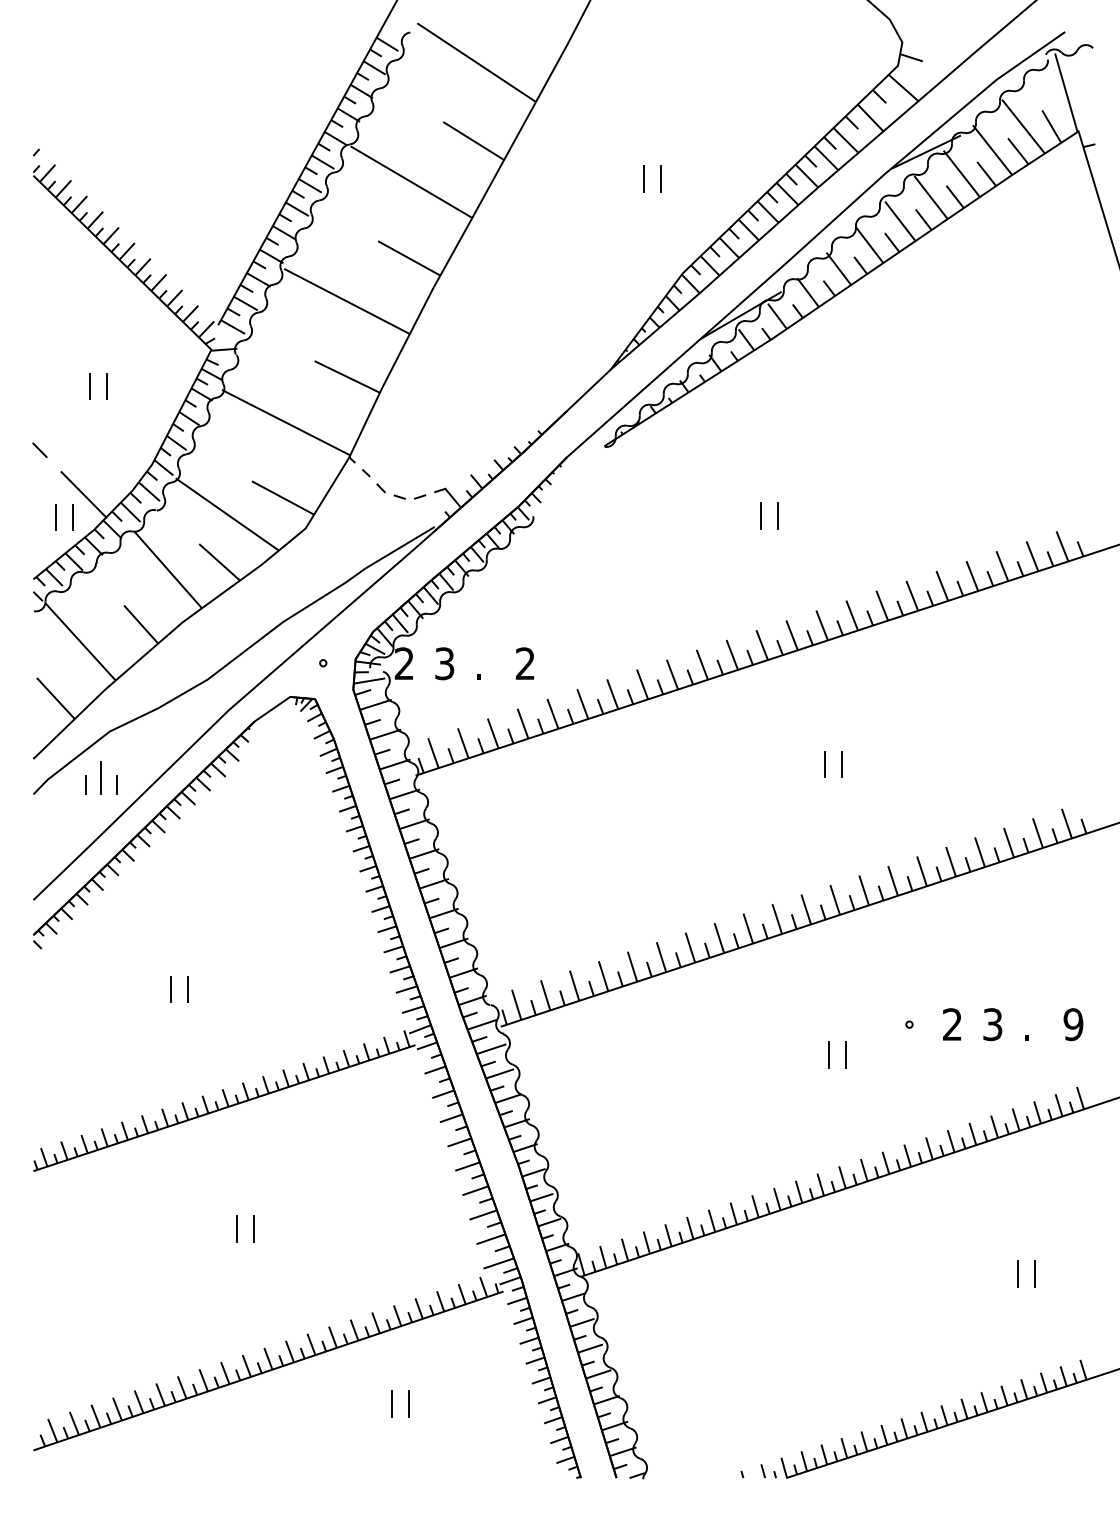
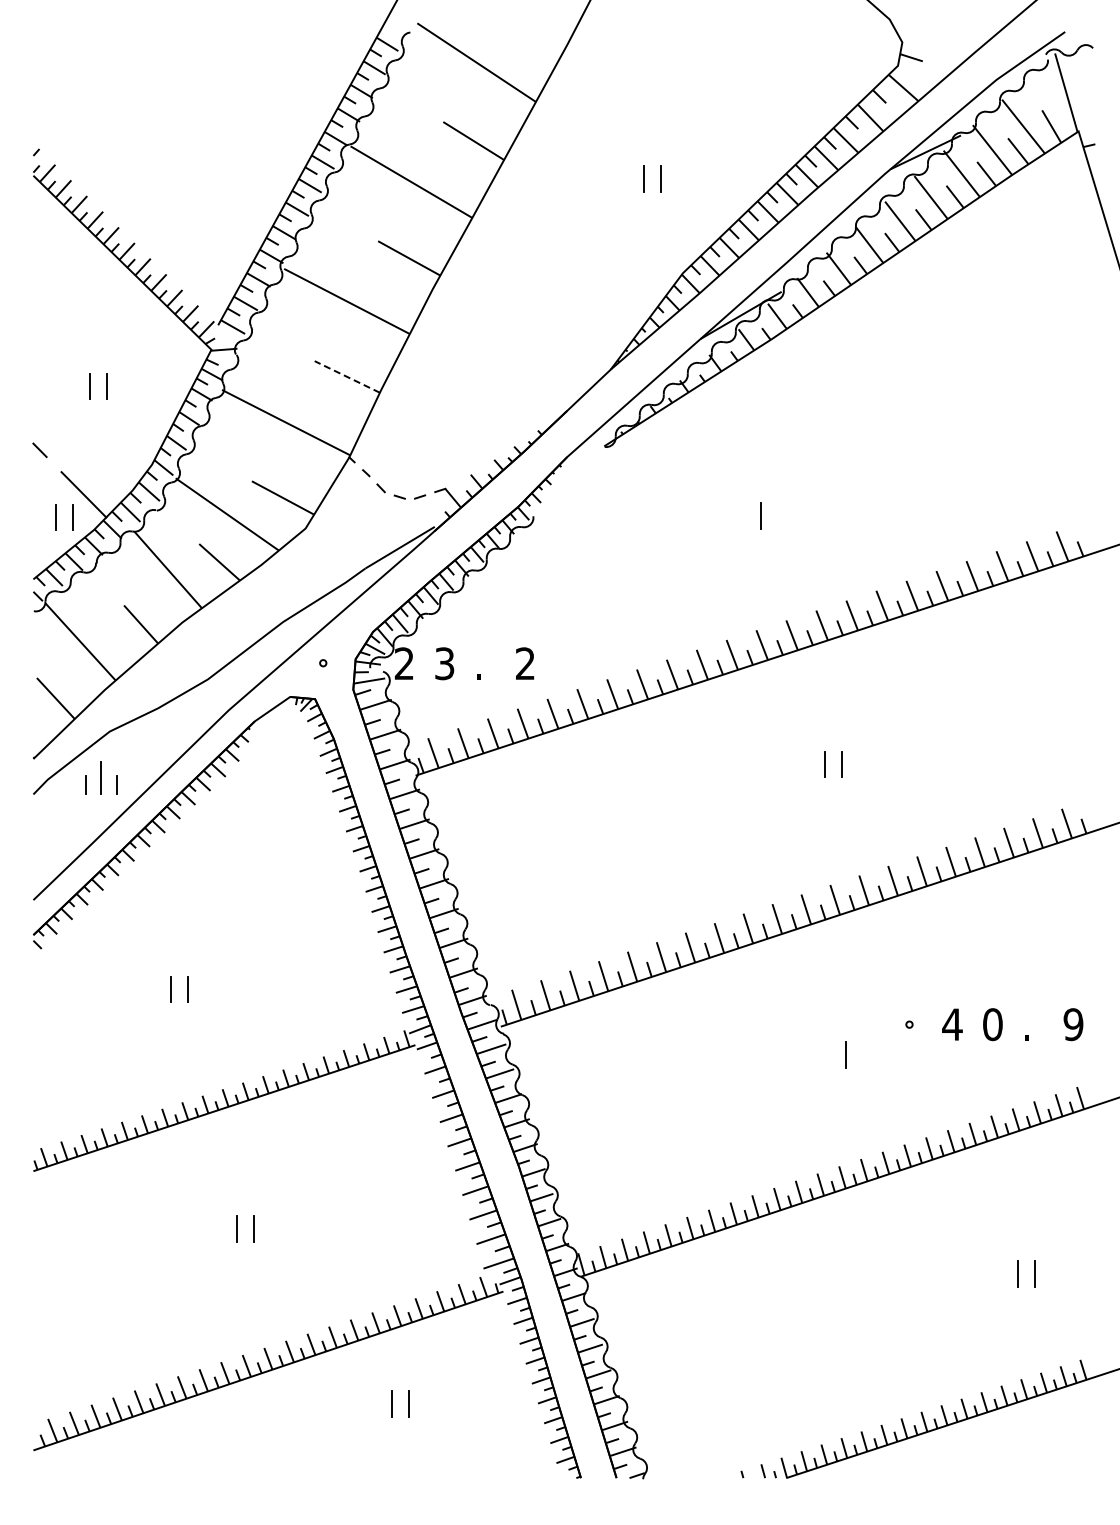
line at (346, 376): solid -> dashed
line at (778, 515): present -> none
text at (952, 1024): 2 -> 4
text at (992, 1024): 3 -> 0
line at (828, 1054): present -> none
